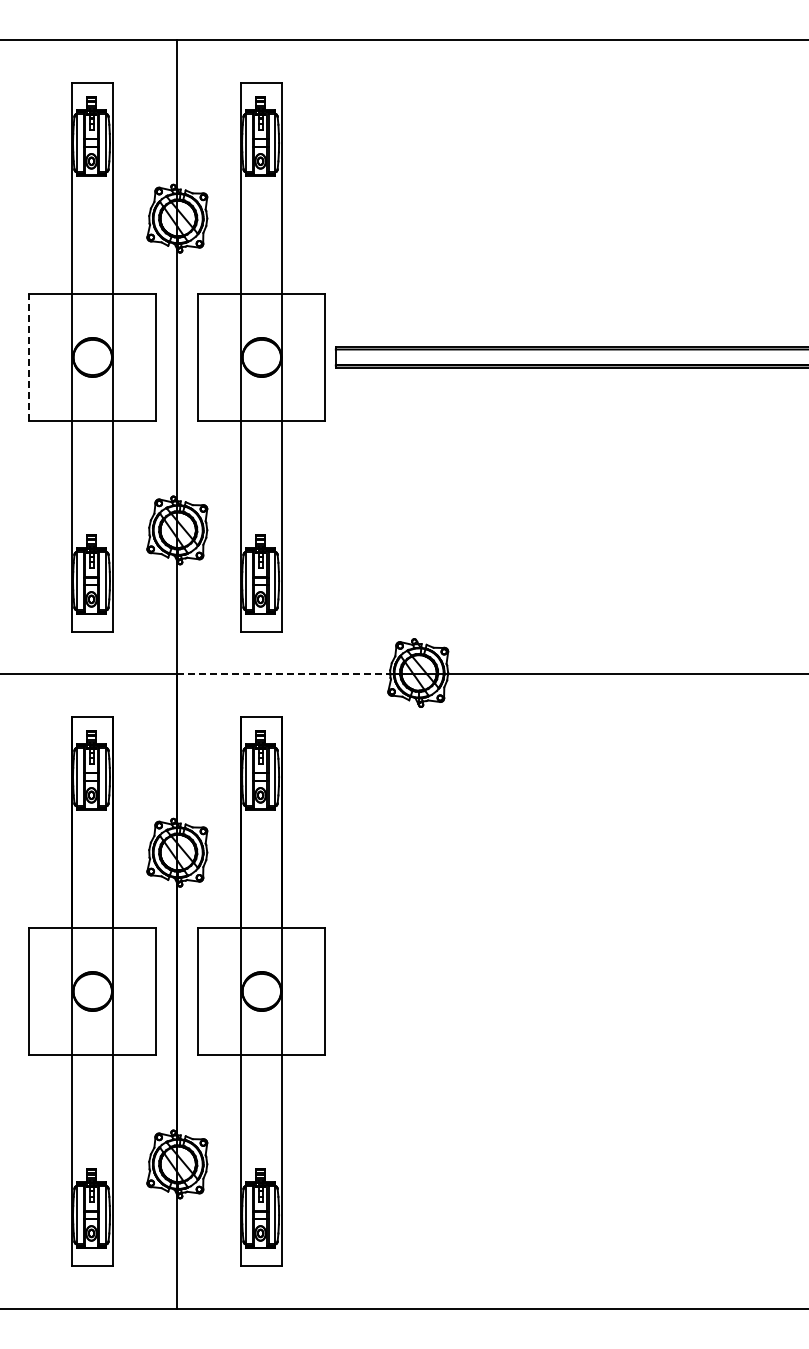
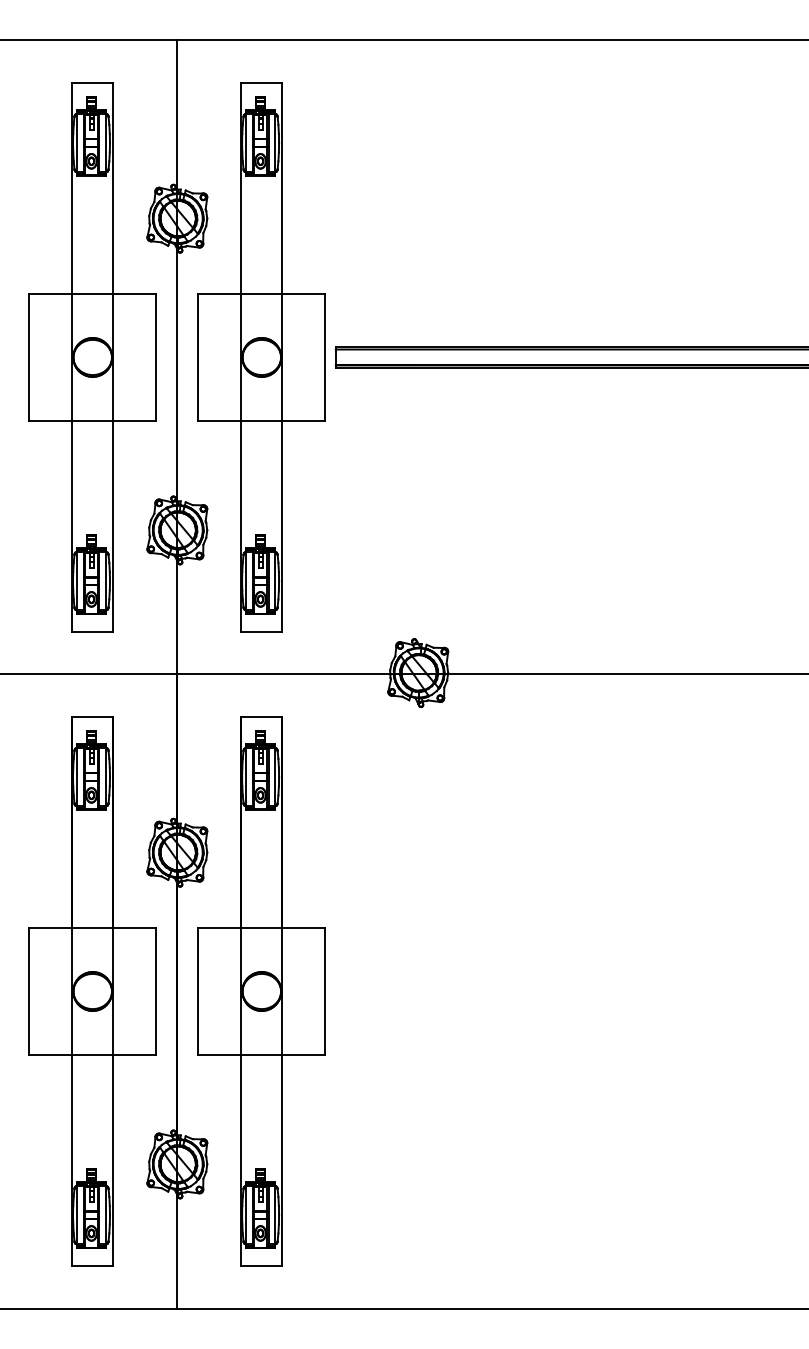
line at (29, 356): dashed -> solid
line at (283, 674): dashed -> solid
